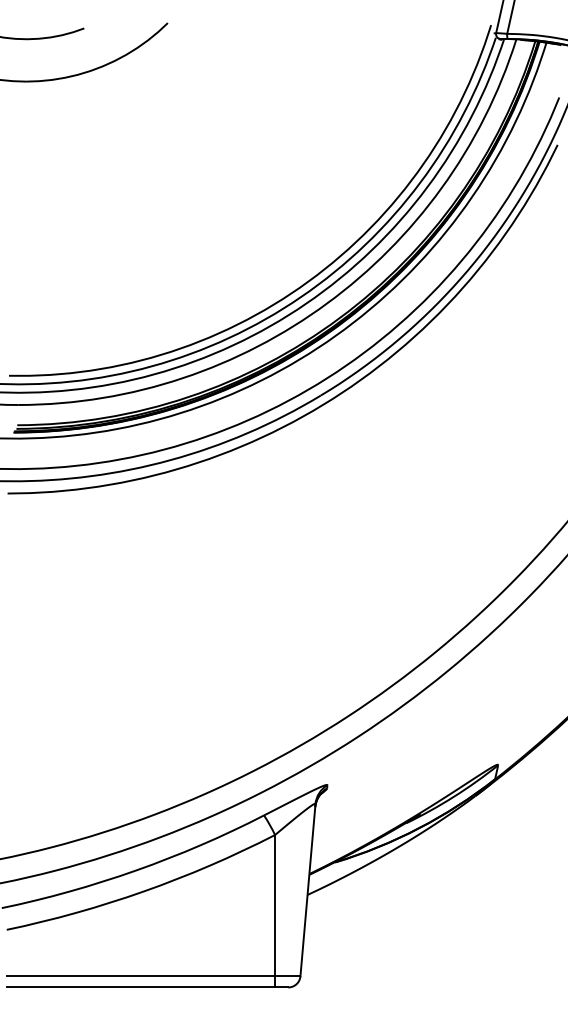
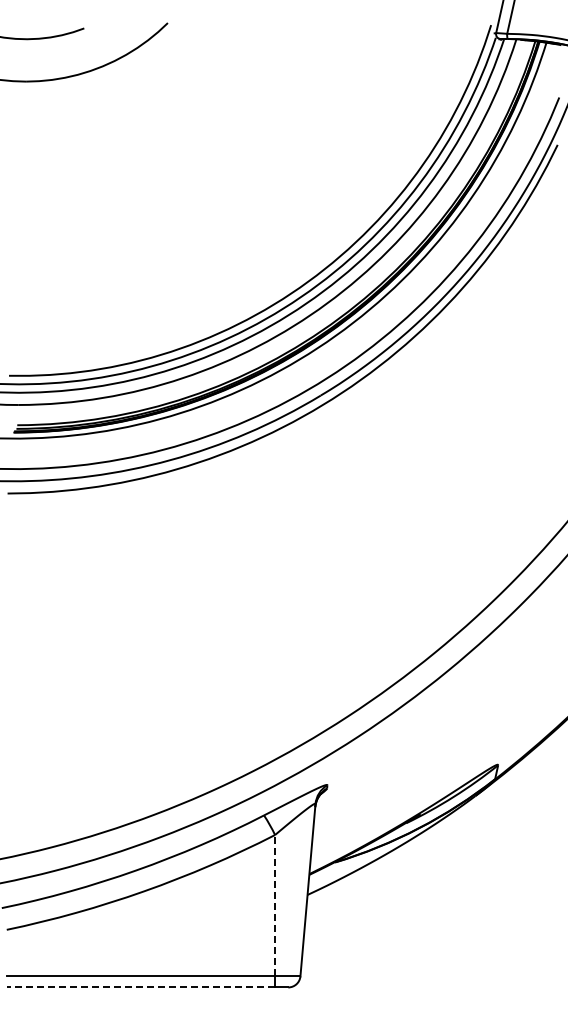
line at (275, 905): solid -> dashed
line at (140, 987): solid -> dashed
